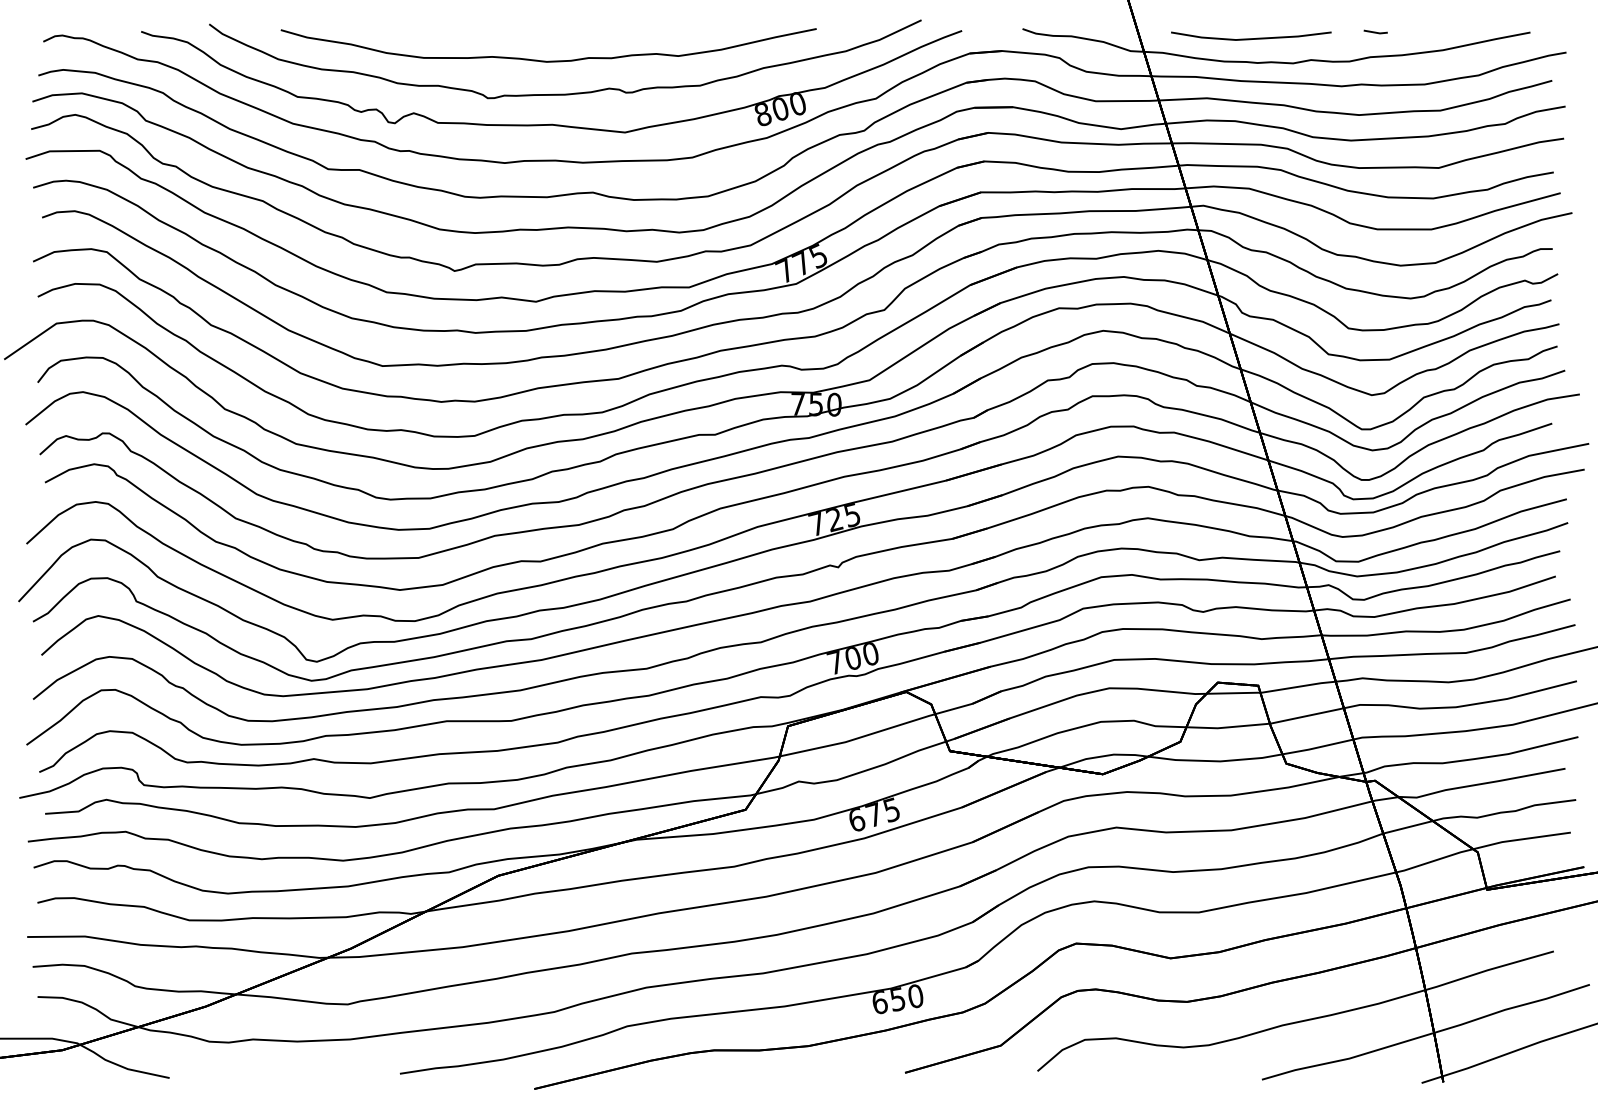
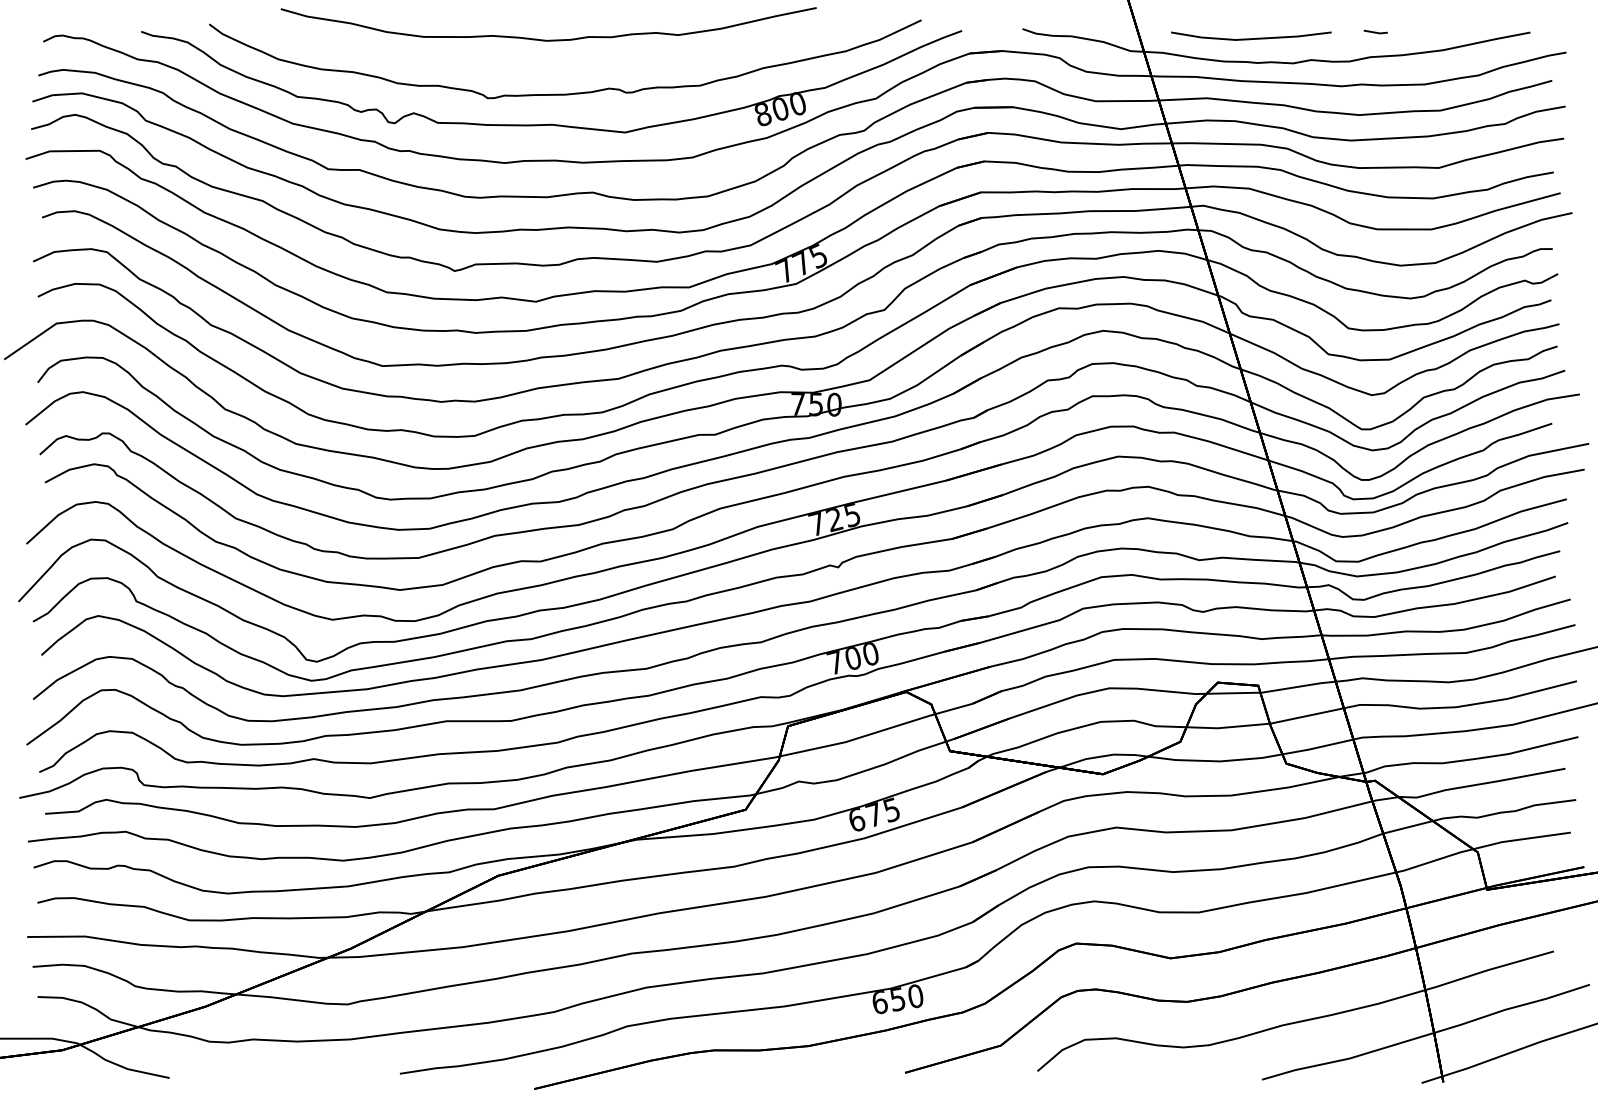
part at (548, 60) position: (548, 60) -> (548, 39)
